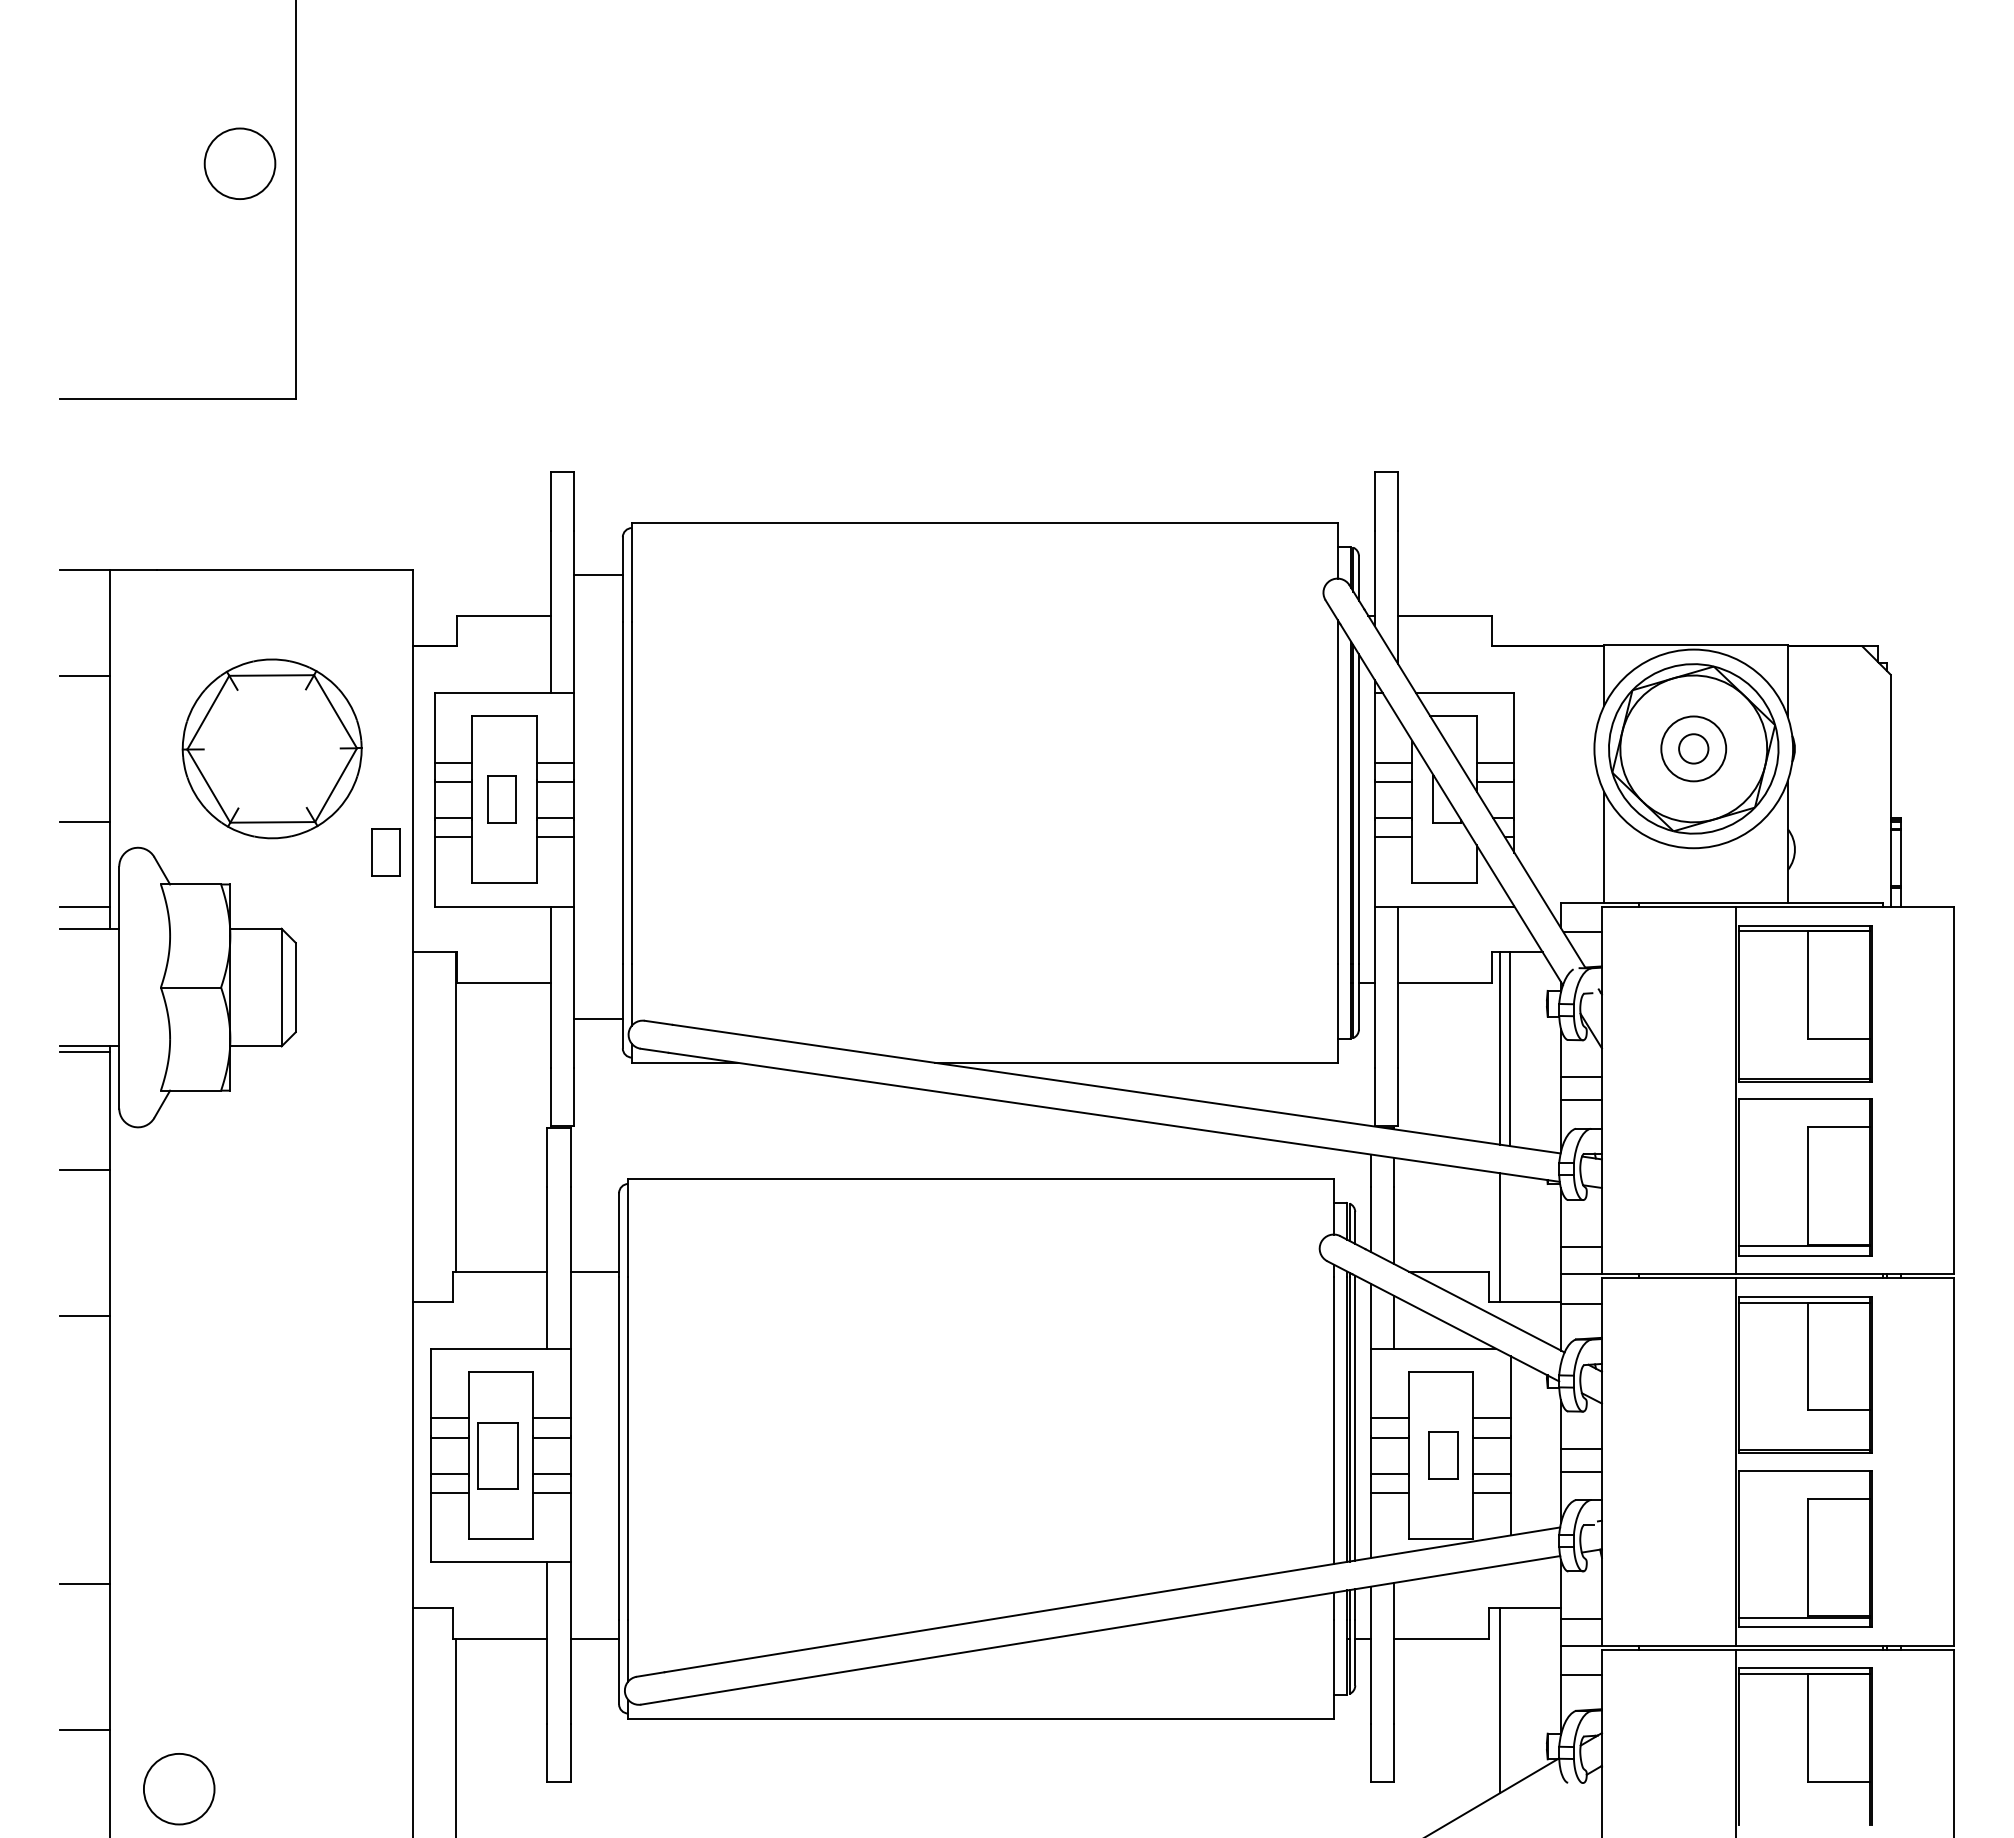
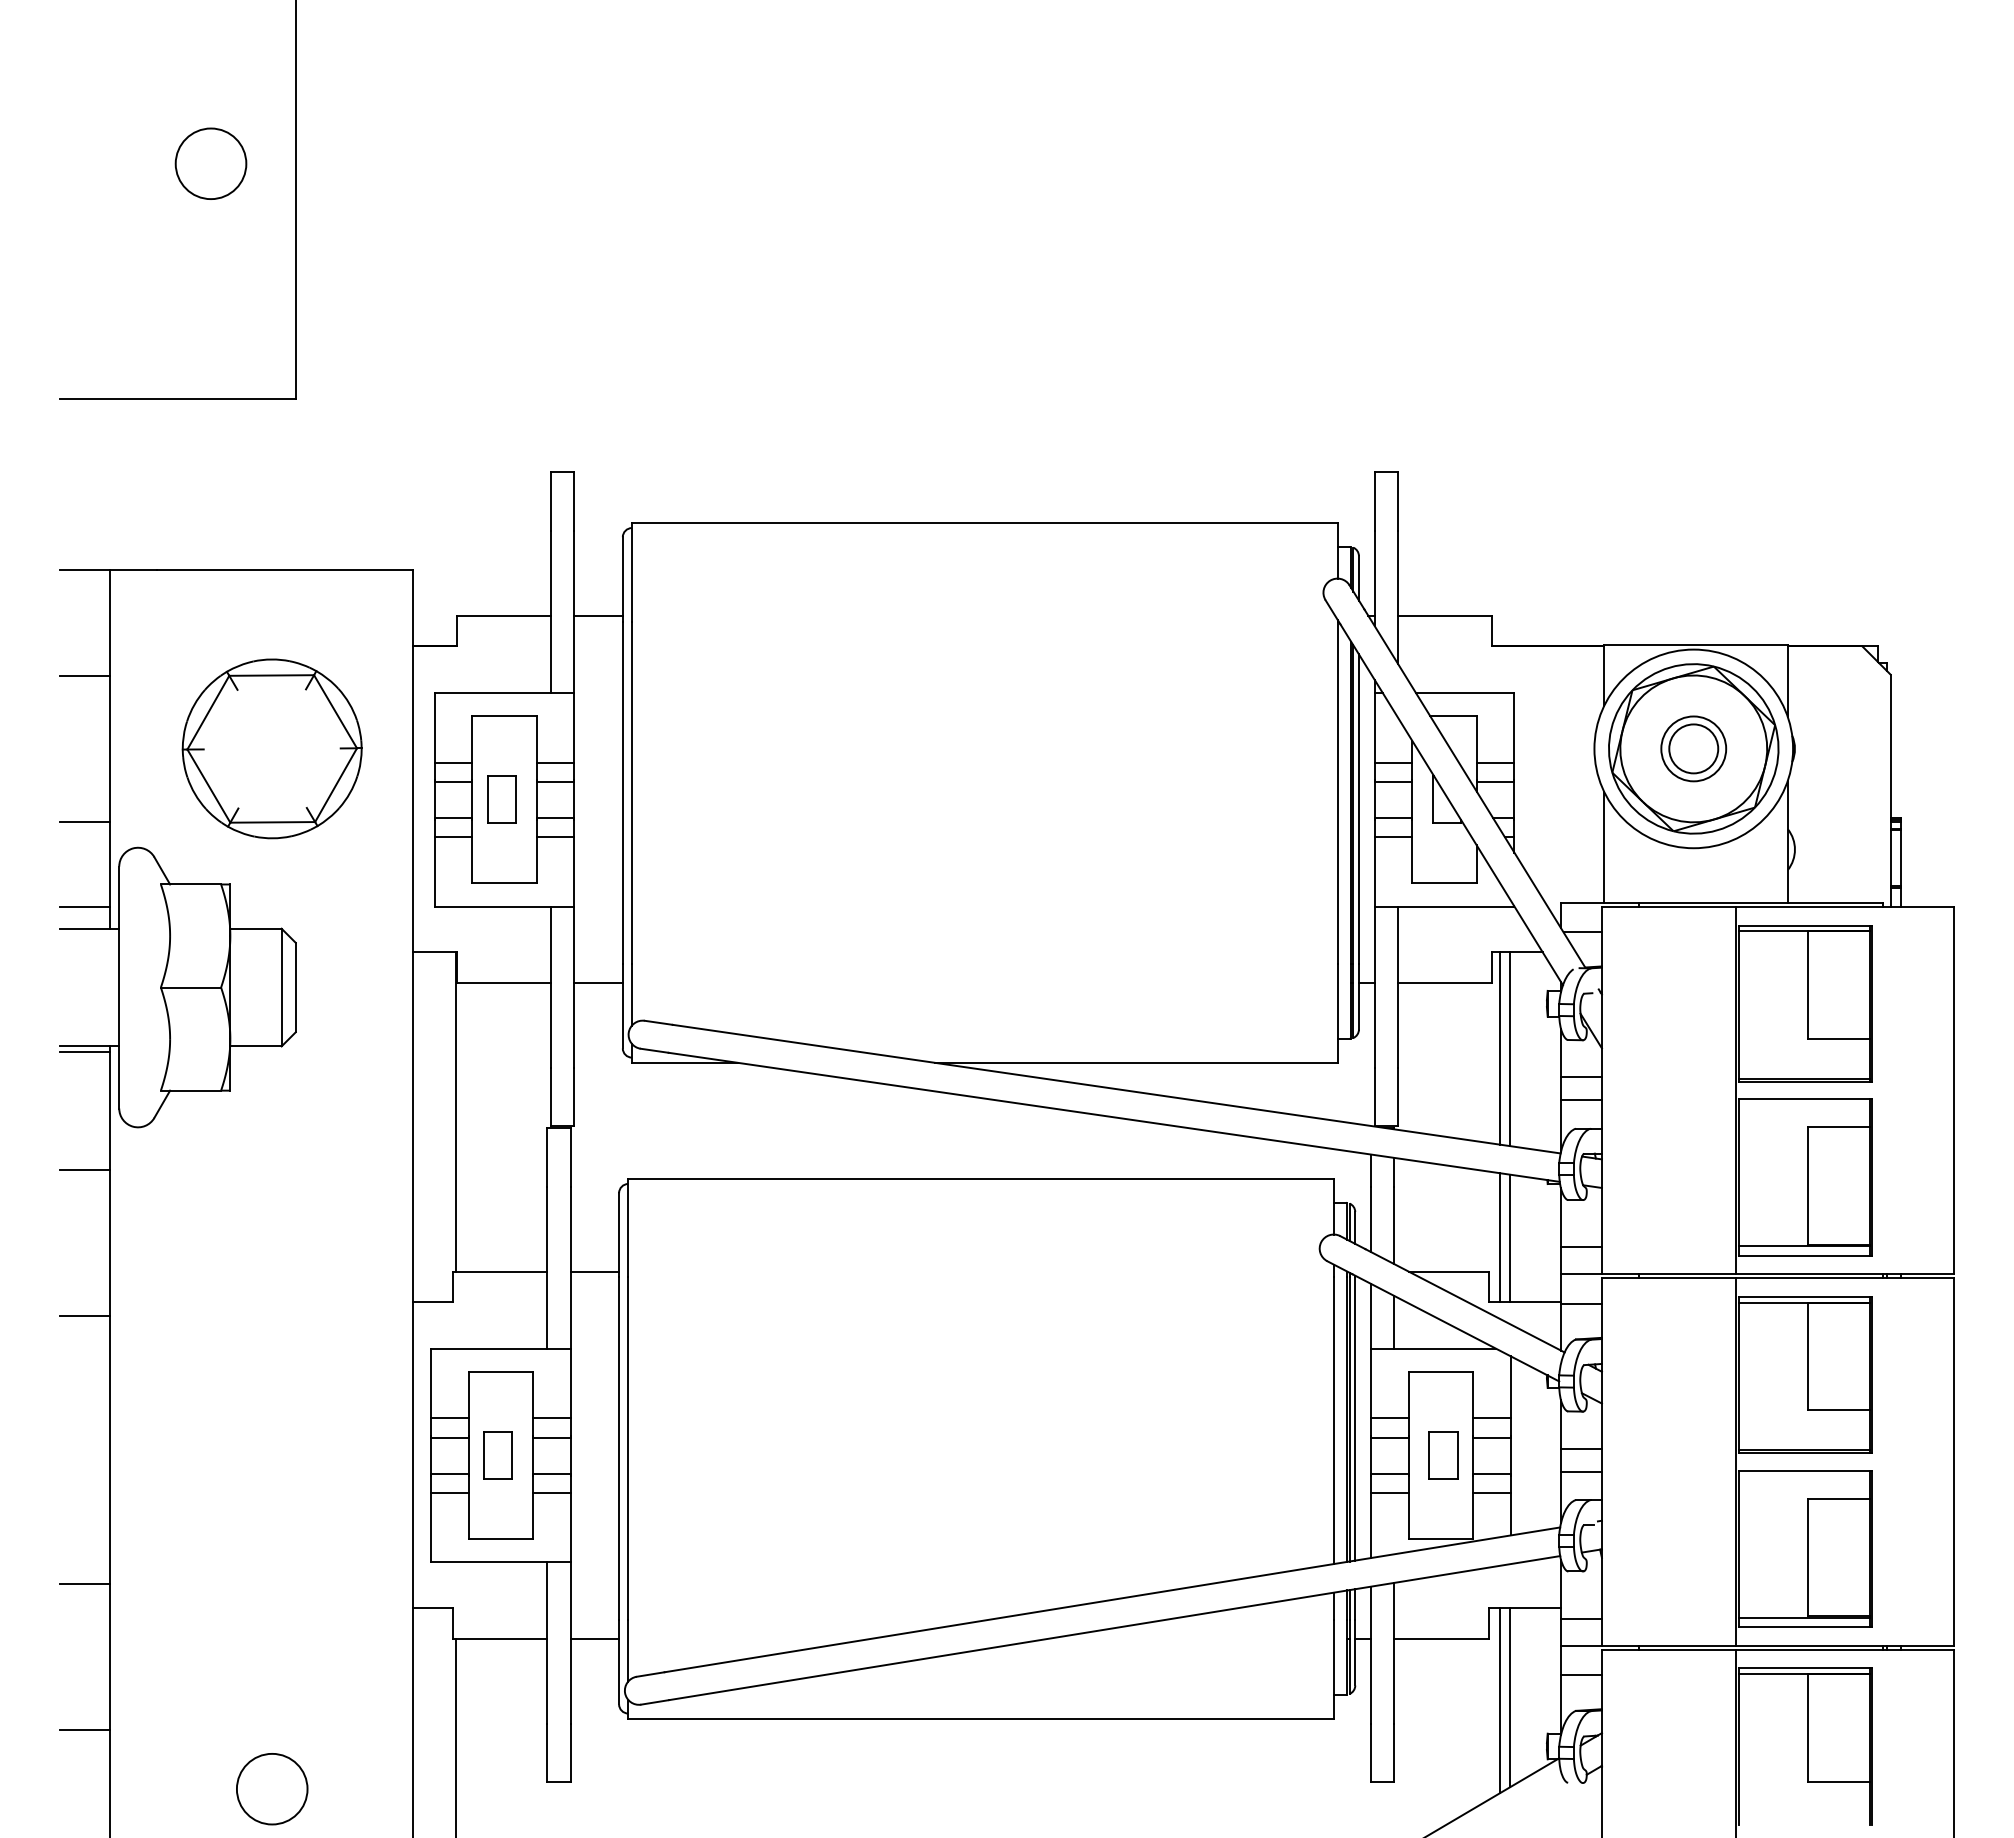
circle at (239, 163) position: (239, 163) -> (210, 163)
line at (598, 574) position: (598, 574) -> (598, 615)
circle at (1693, 748) diameter: 29 px -> 49 px
part at (385, 852): present -> none
line at (598, 1018) position: (598, 1018) -> (598, 982)
line at (1509, 1238): none -> present
part at (497, 1455) size: 42x68 px -> 30x49 px
line at (1509, 1697): none -> present
circle at (179, 1789) position: (179, 1789) -> (272, 1789)
